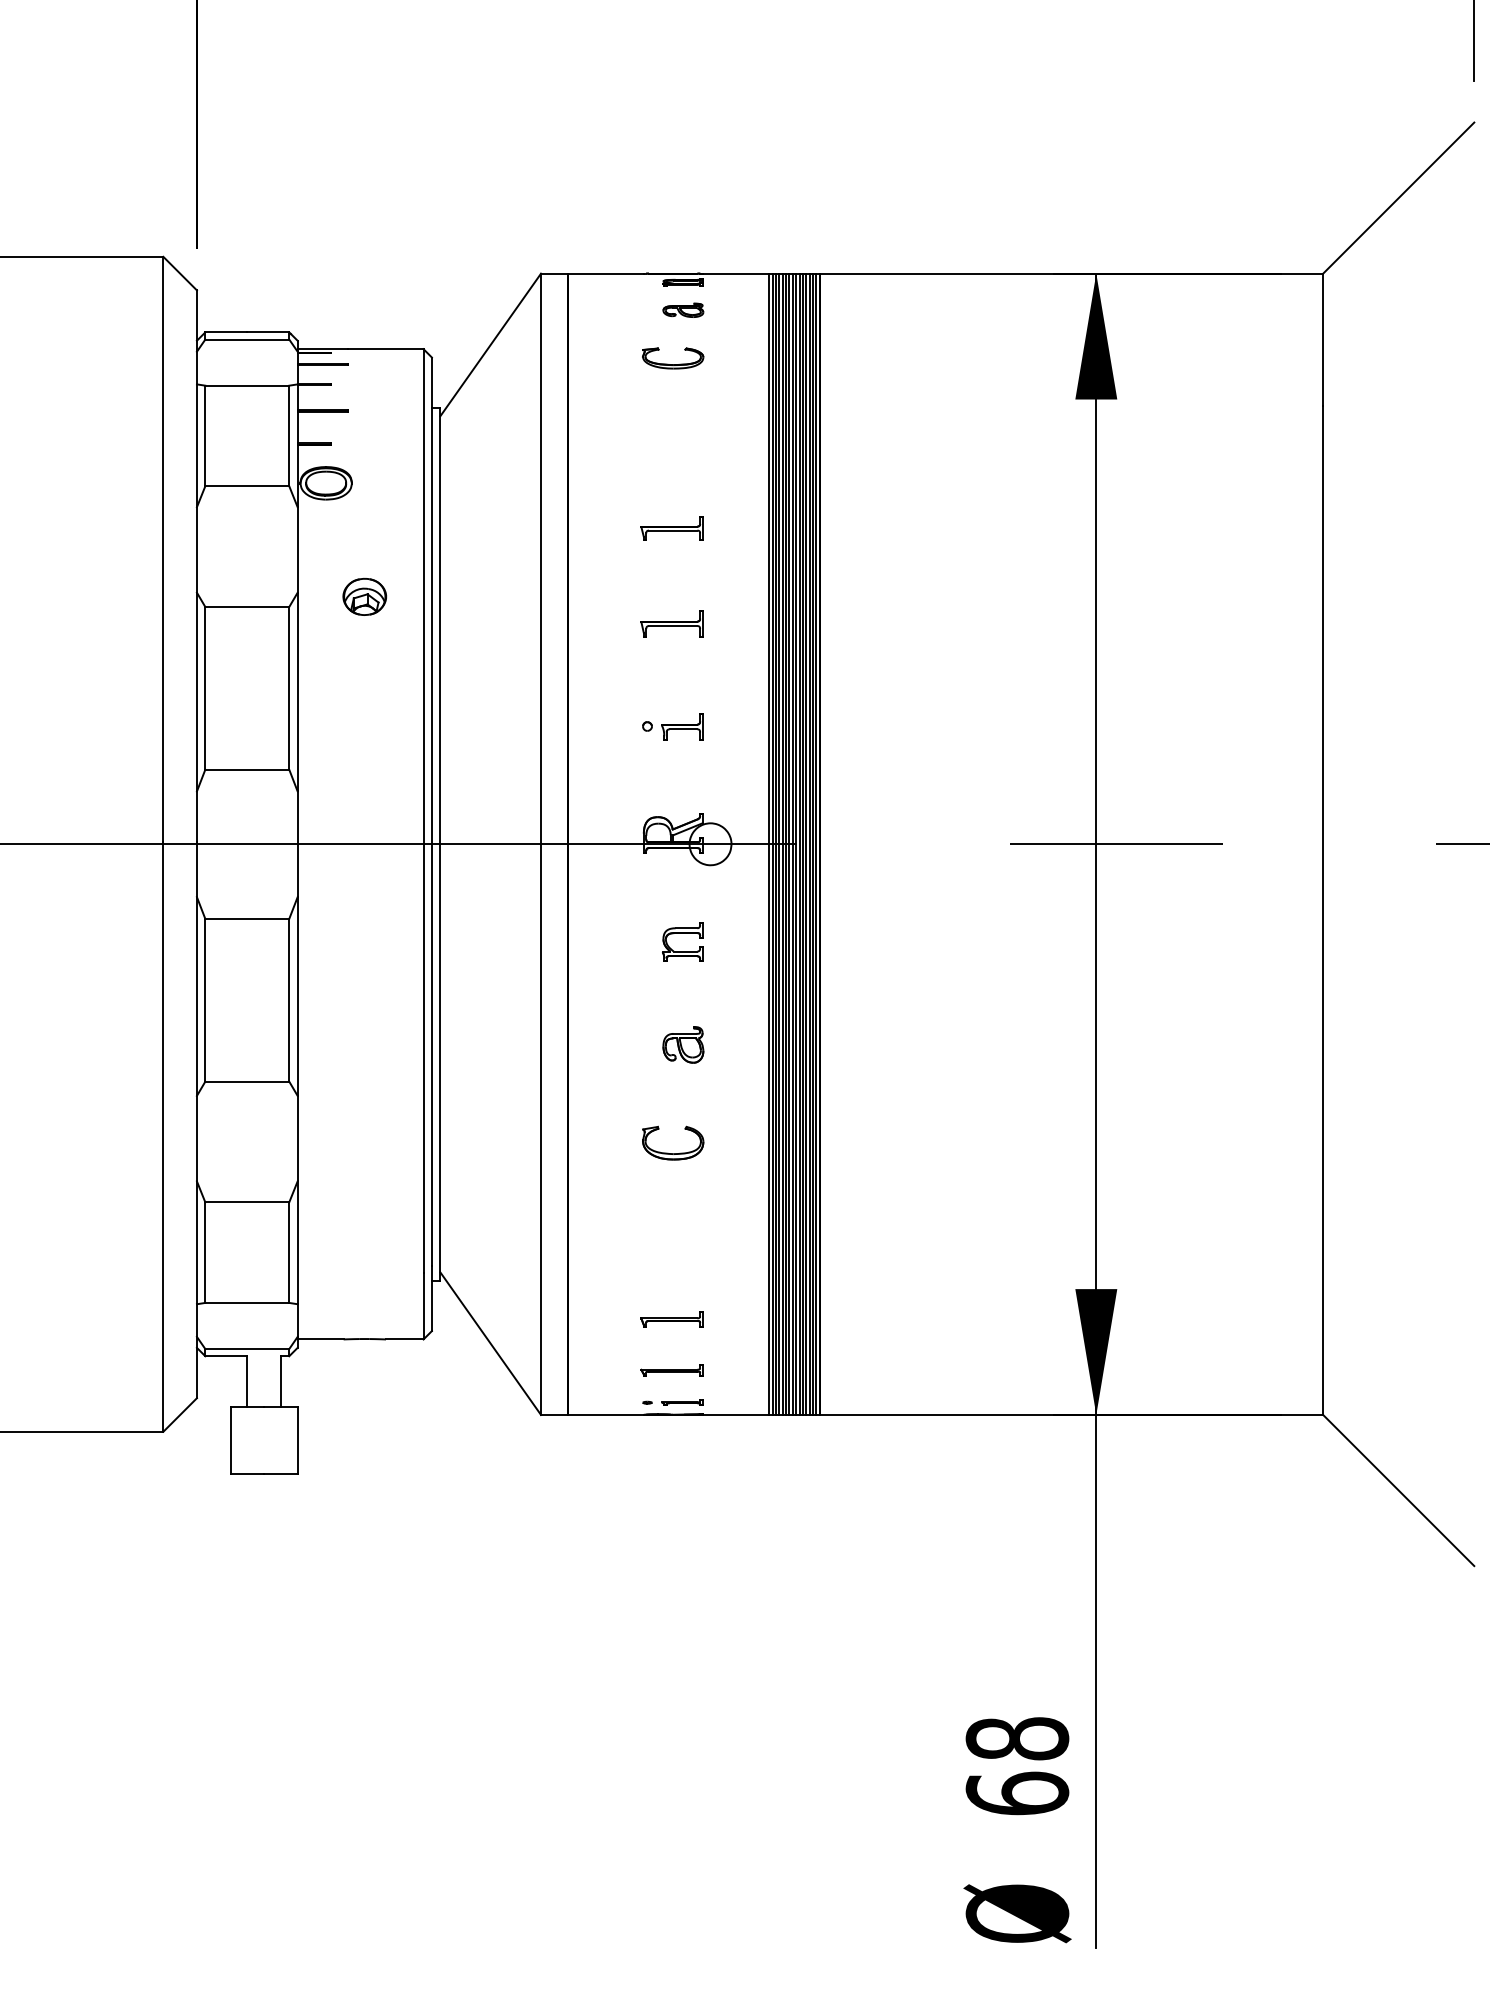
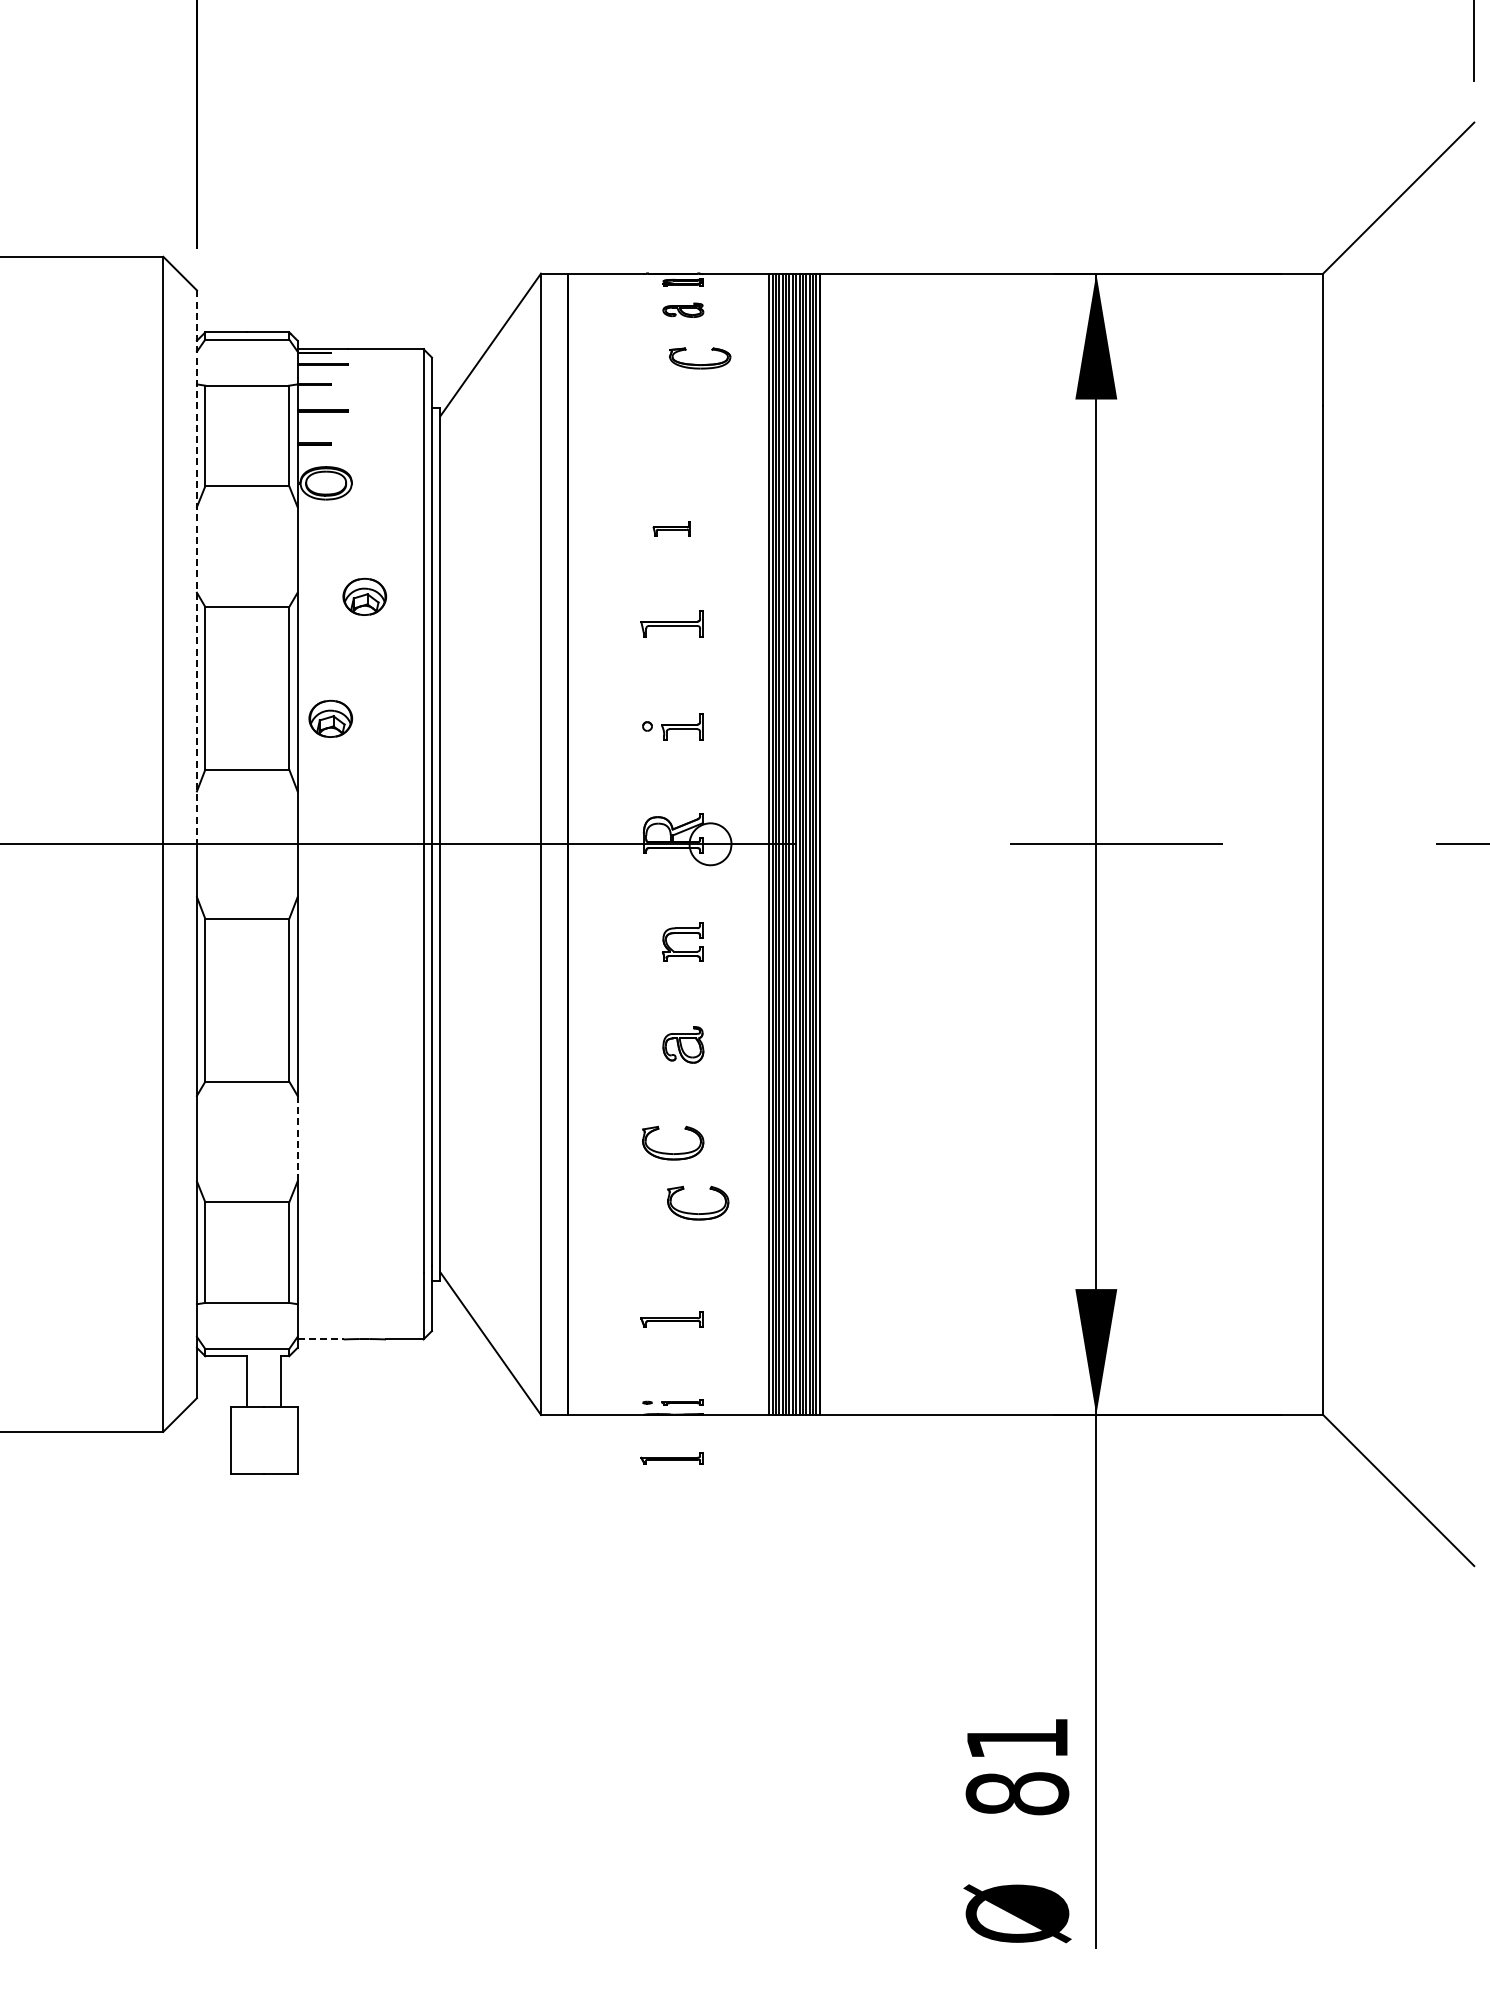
part at (673, 358) position: (673, 358) -> (700, 358)
part at (671, 528) size: 64x25 px -> 39x16 px
line at (196, 566): solid -> dashed
part at (330, 718): none -> present
line at (297, 1138): solid -> dashed
part at (698, 1213): none -> present
line at (320, 1339): solid -> dashed
part at (671, 1370) position: (671, 1370) -> (671, 1458)
text at (1017, 1766): 68 -> 81
